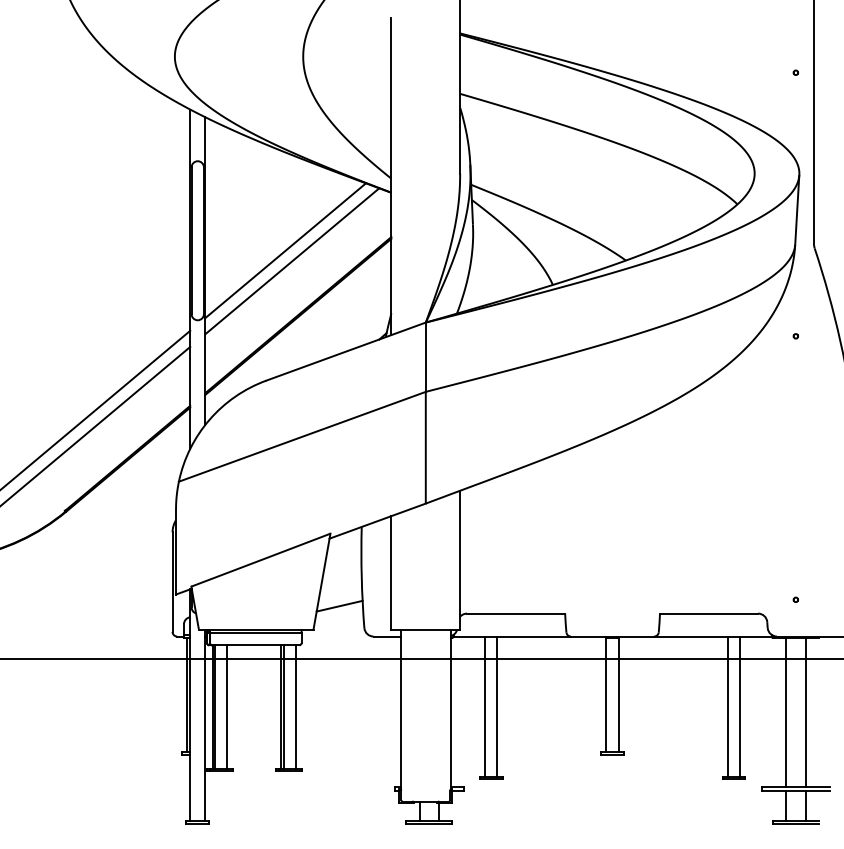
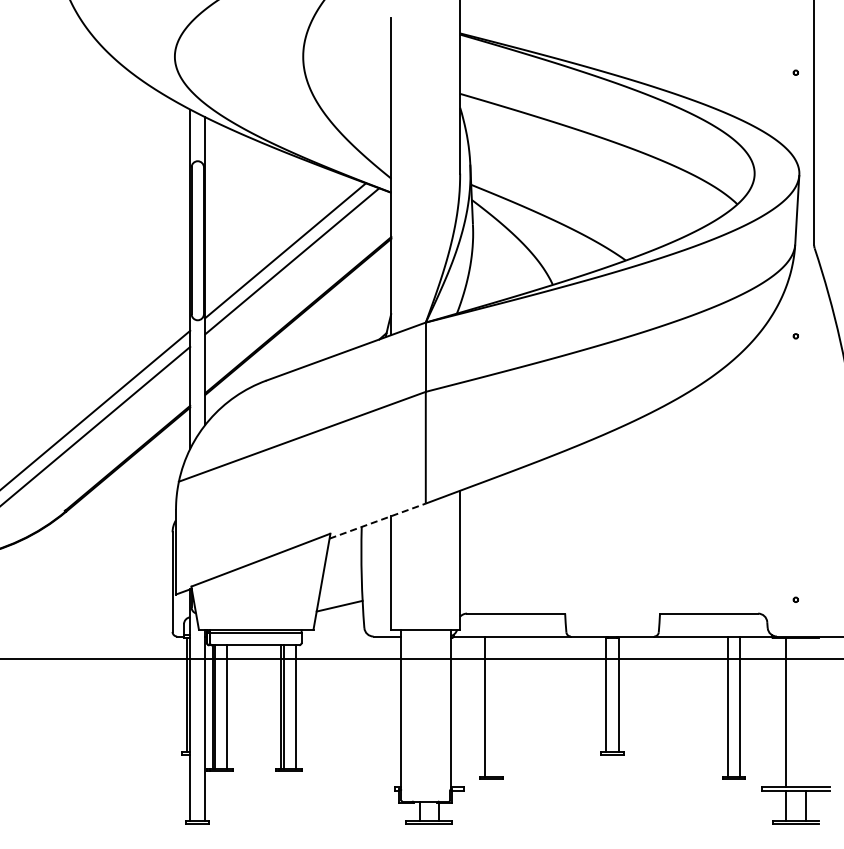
line at (378, 520): solid -> dashed
line at (497, 706): present -> none
line at (805, 711): present -> none
